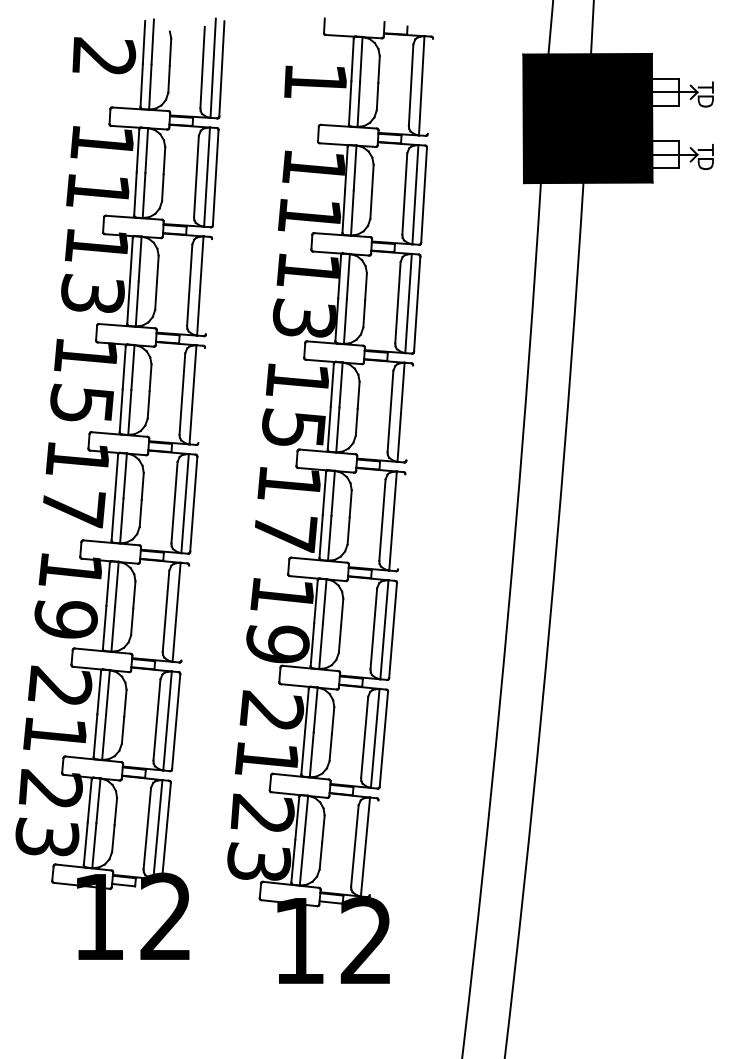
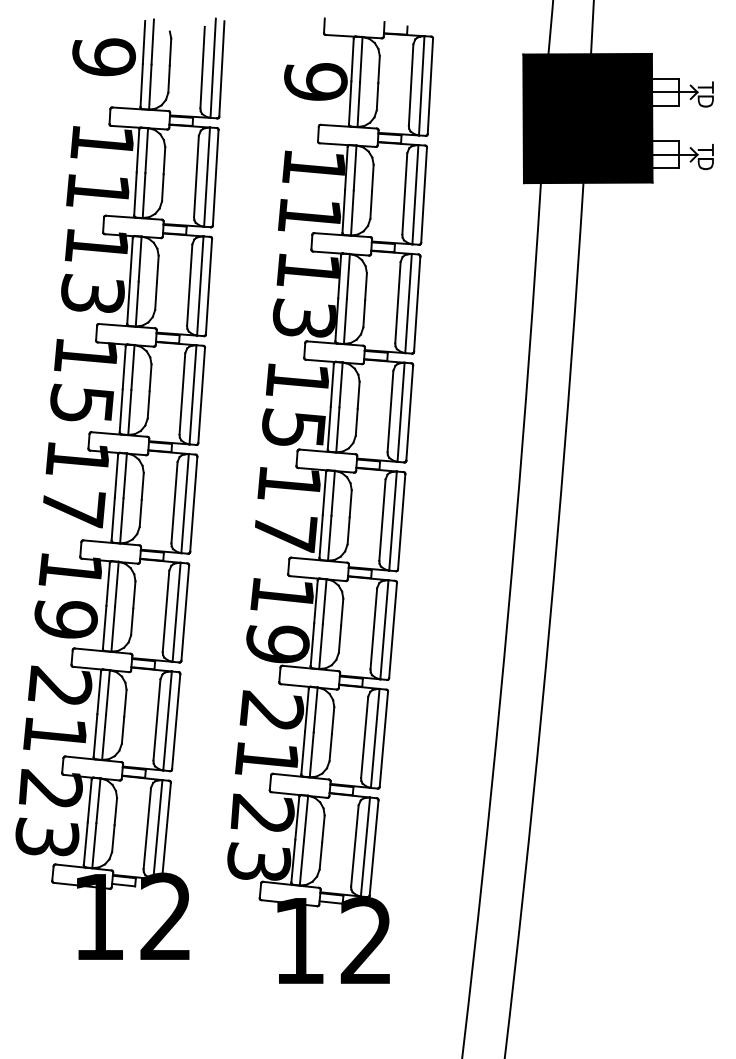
text at (104, 56): 2 -> 9
text at (315, 81): 1 -> 9
line at (430, 85): none -> present
line at (208, 286): none -> present
line at (201, 395): none -> present
line at (409, 412): none -> present
line at (401, 521): none -> present
line at (185, 612): none -> present
line at (373, 847): none -> present
